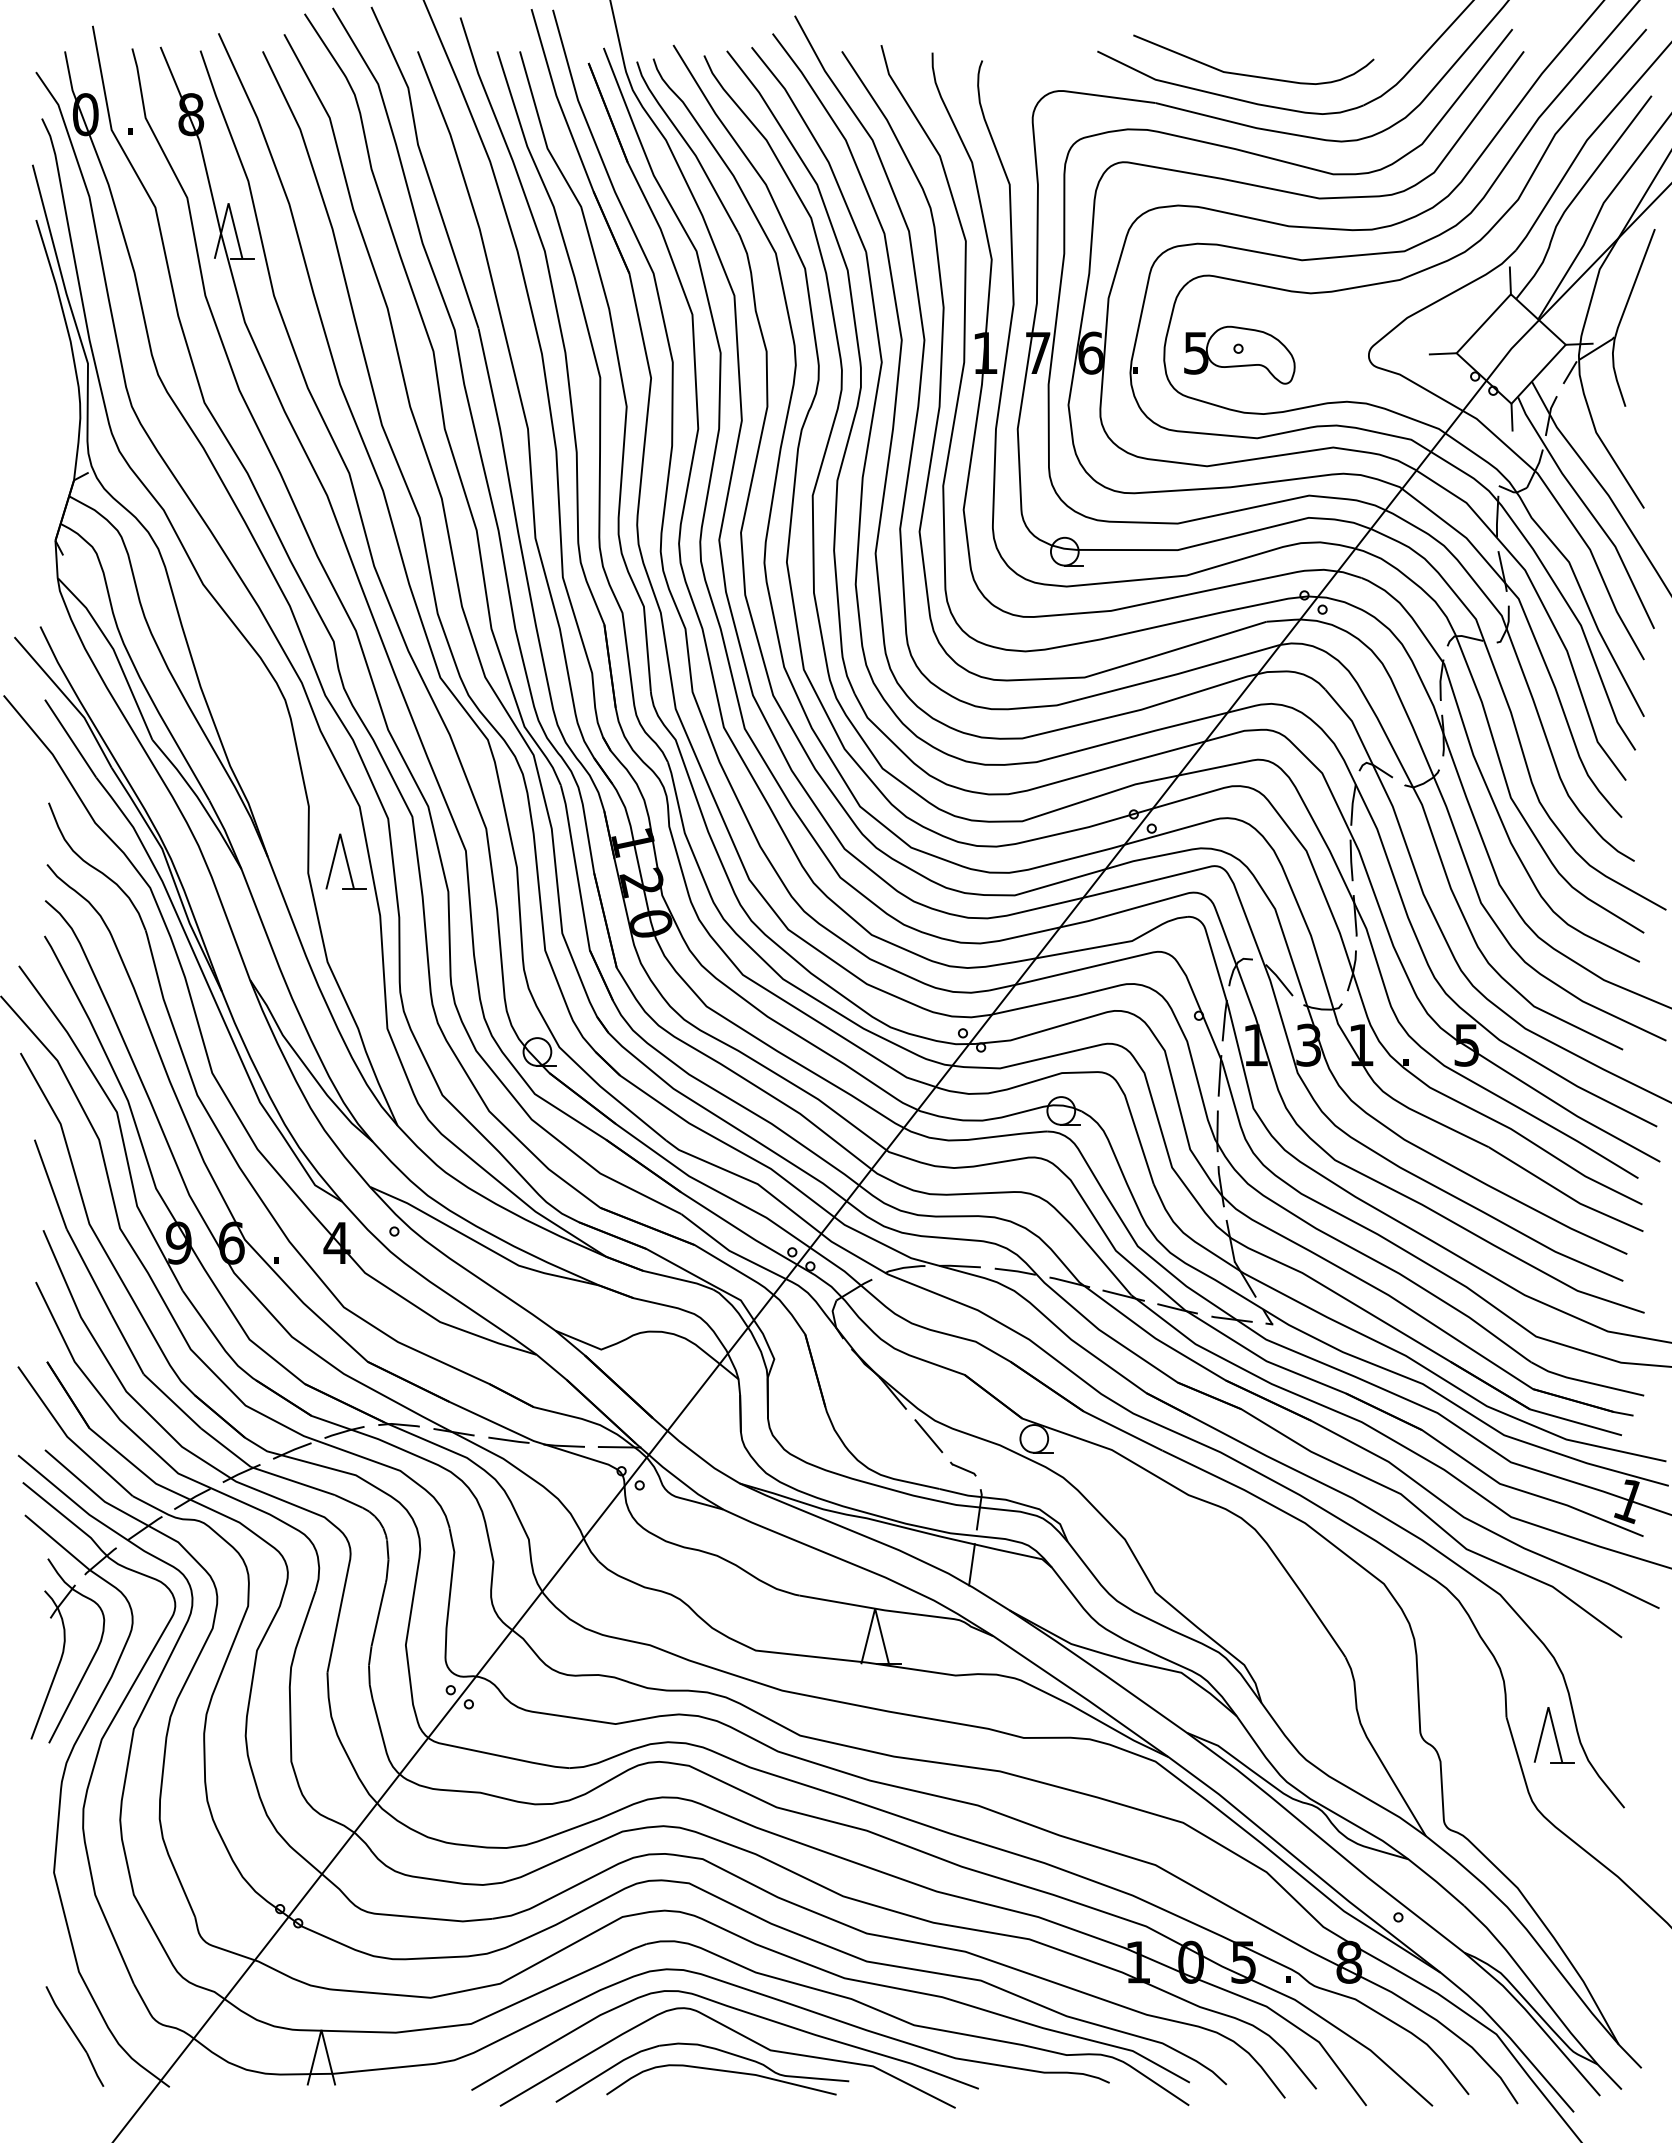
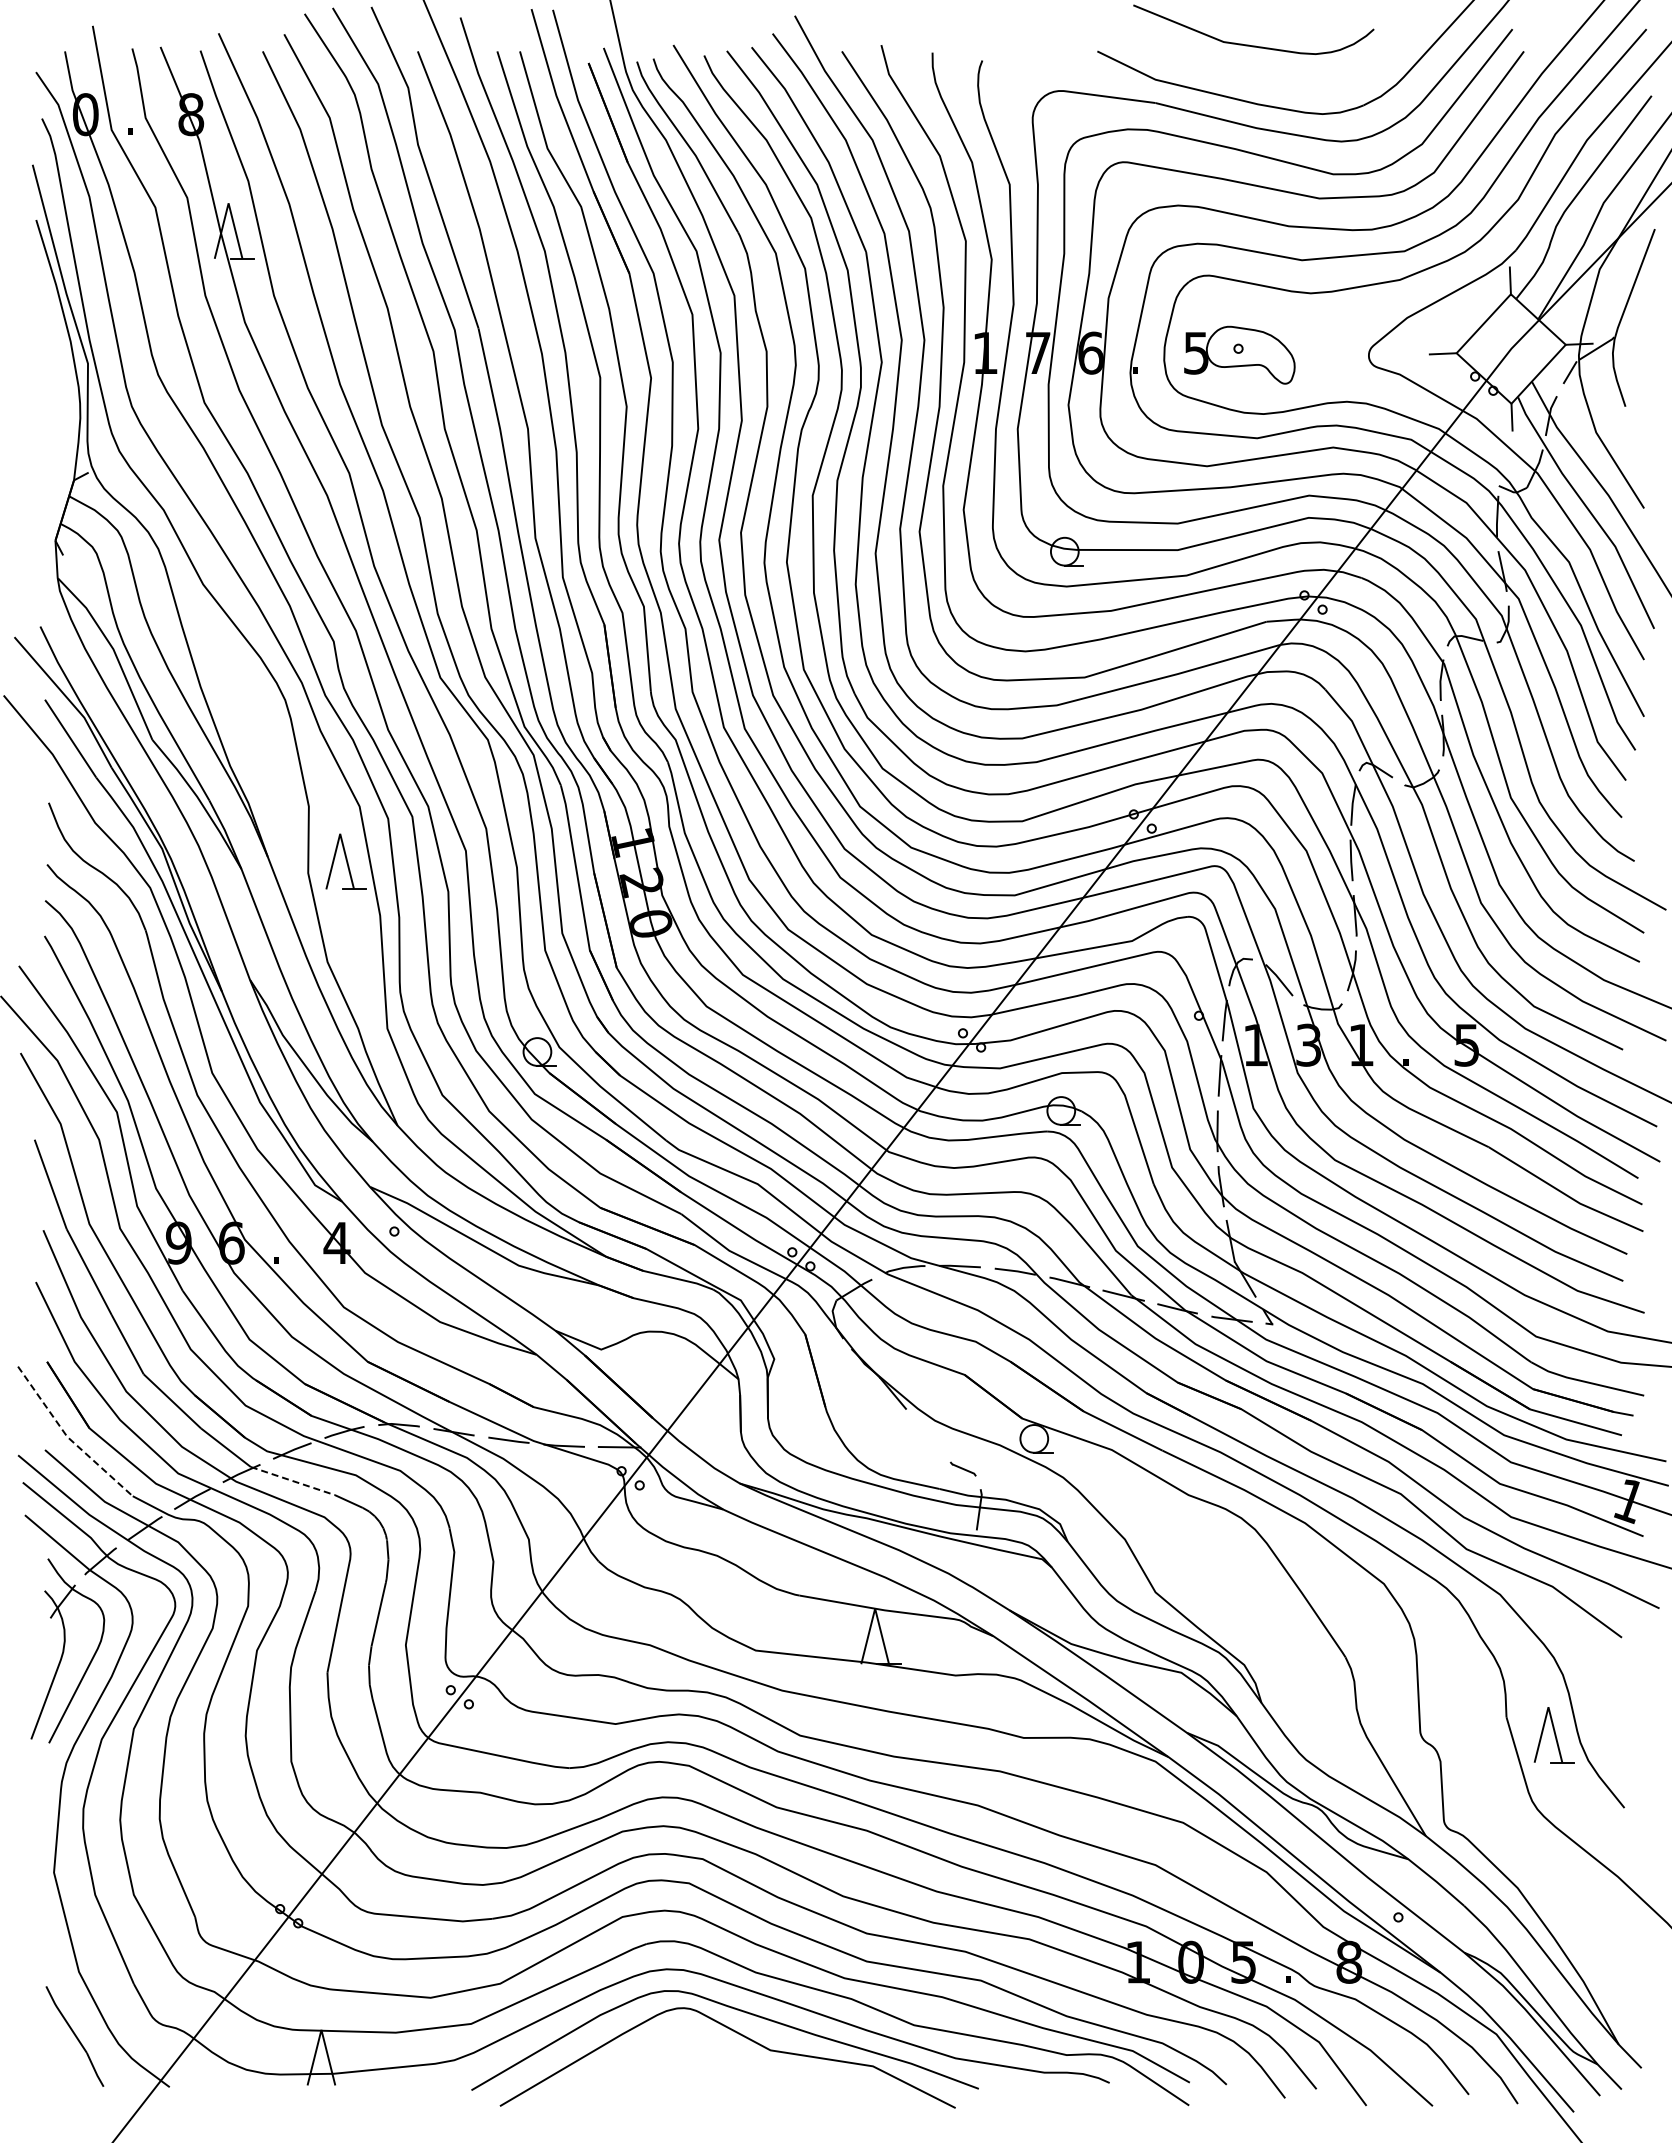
curve at (1249, 74) position: (1249, 74) -> (1249, 44)
line at (928, 1436): present -> none
line at (67, 1437): solid -> dashed
line at (293, 1481): solid -> dashed
line at (971, 1564): present -> none
part at (702, 2072): present -> none
